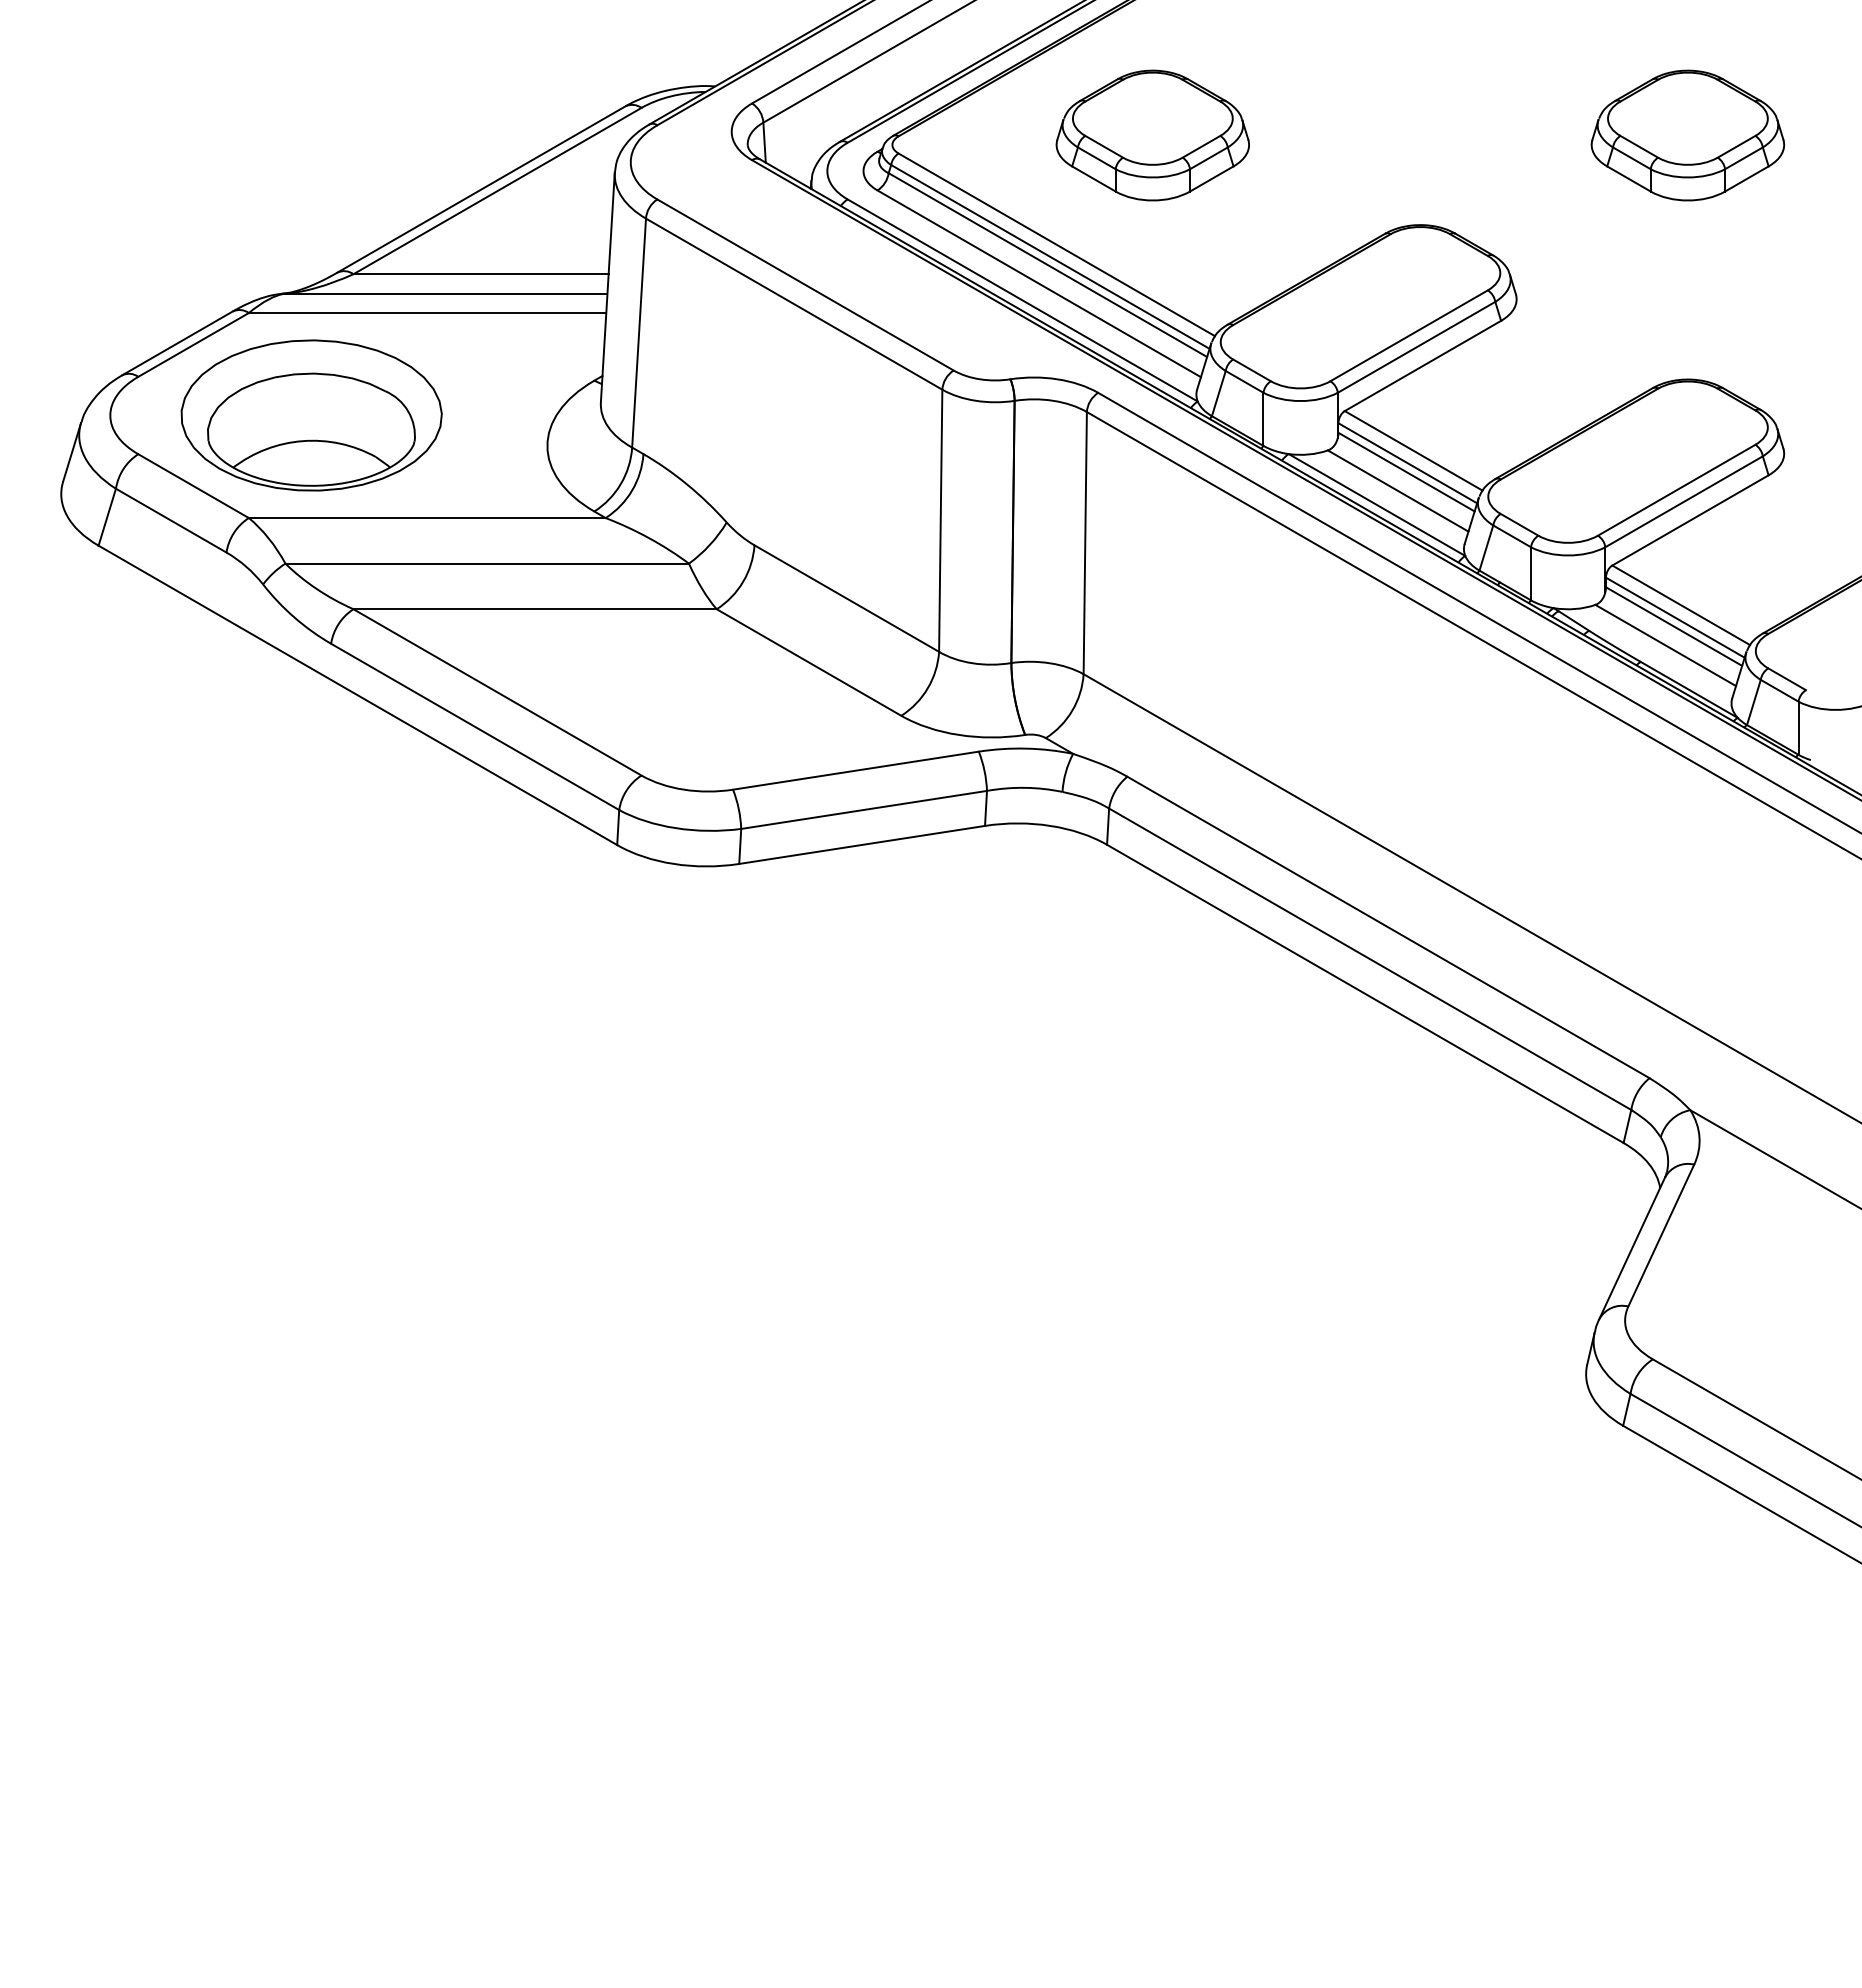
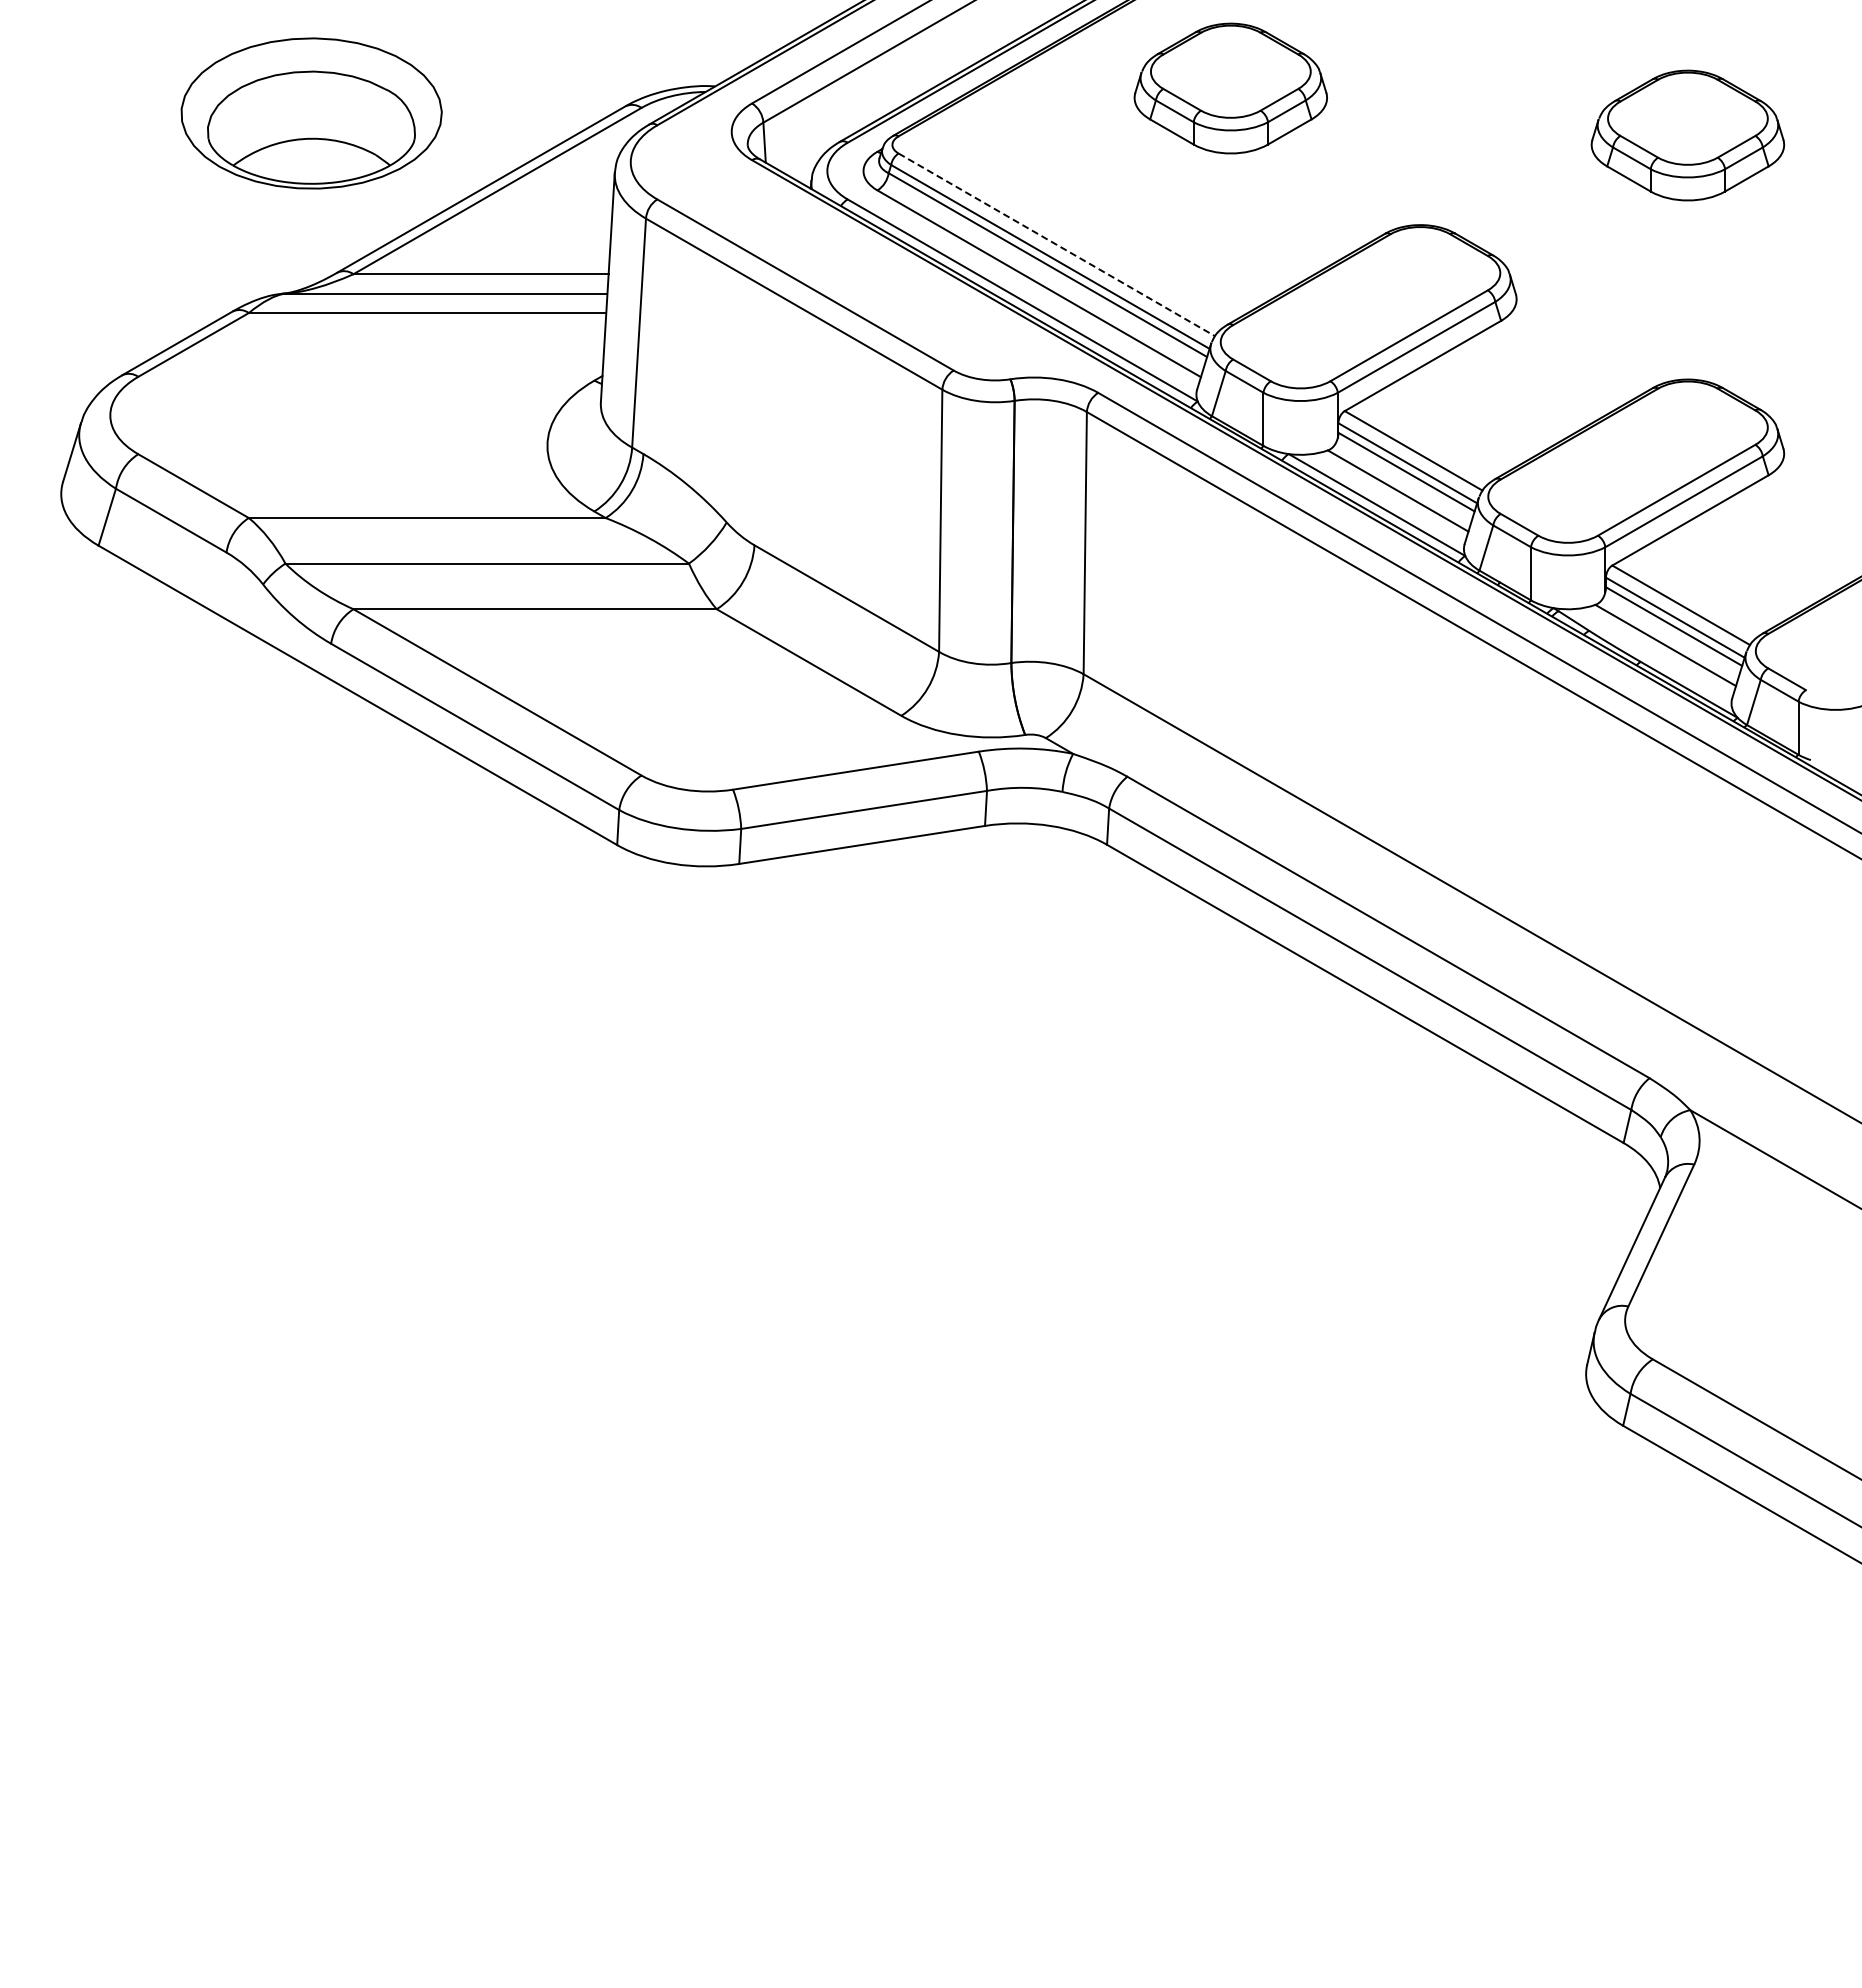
part at (1152, 135) position: (1152, 135) -> (1230, 88)
line at (1056, 244): solid -> dashed
part at (311, 415) position: (311, 415) -> (311, 113)
